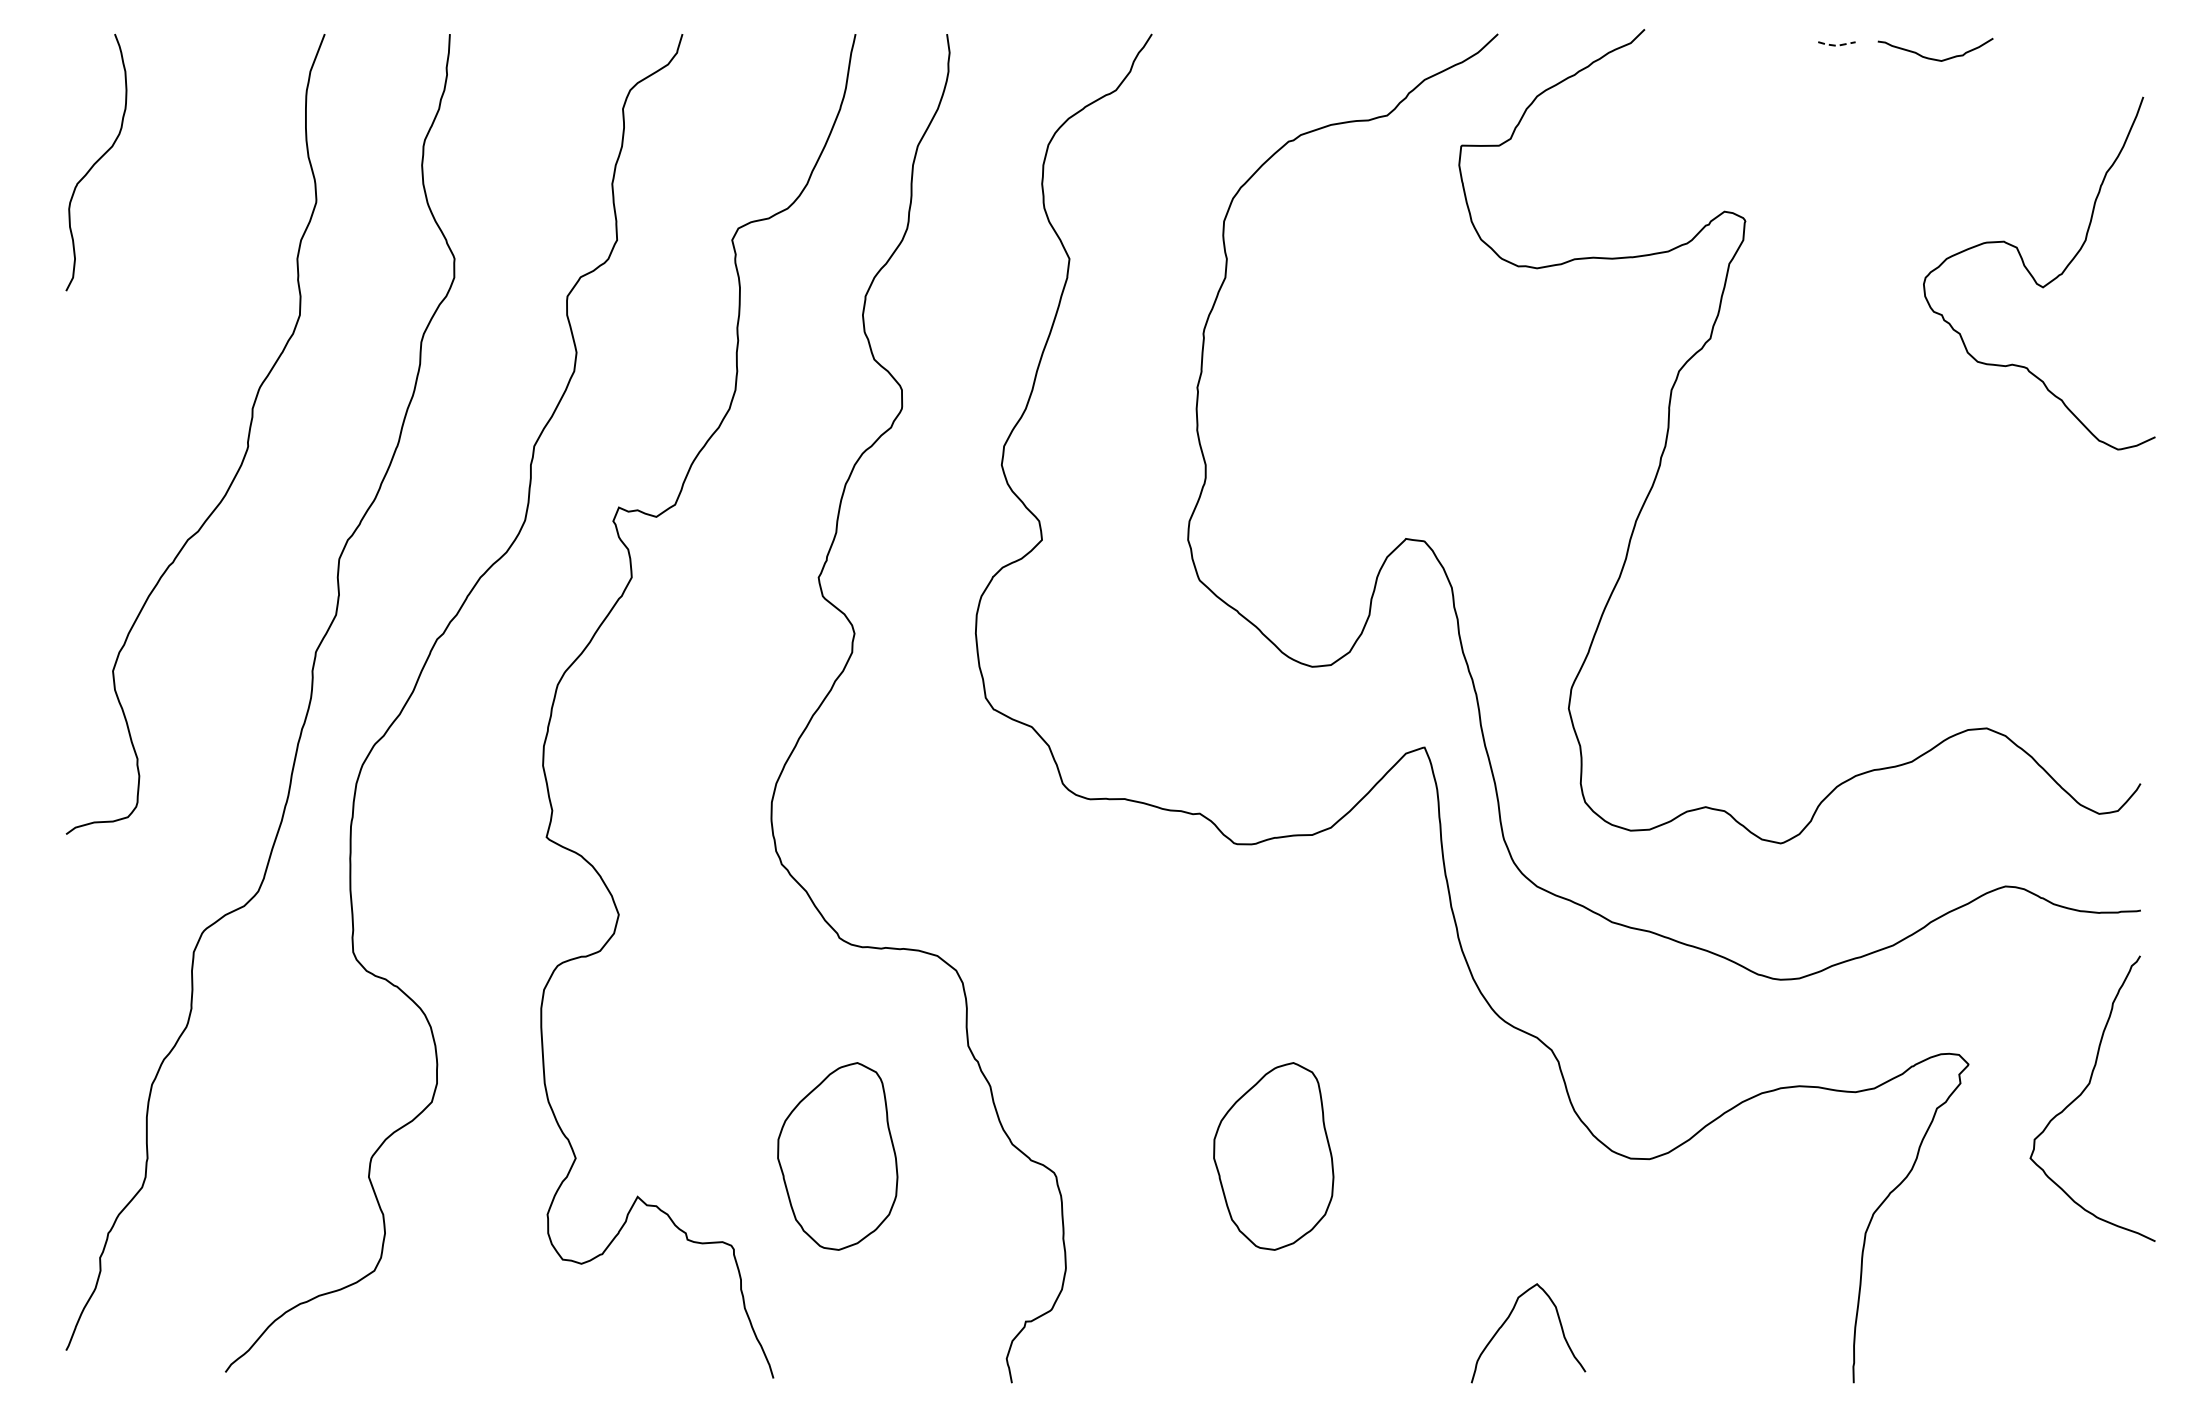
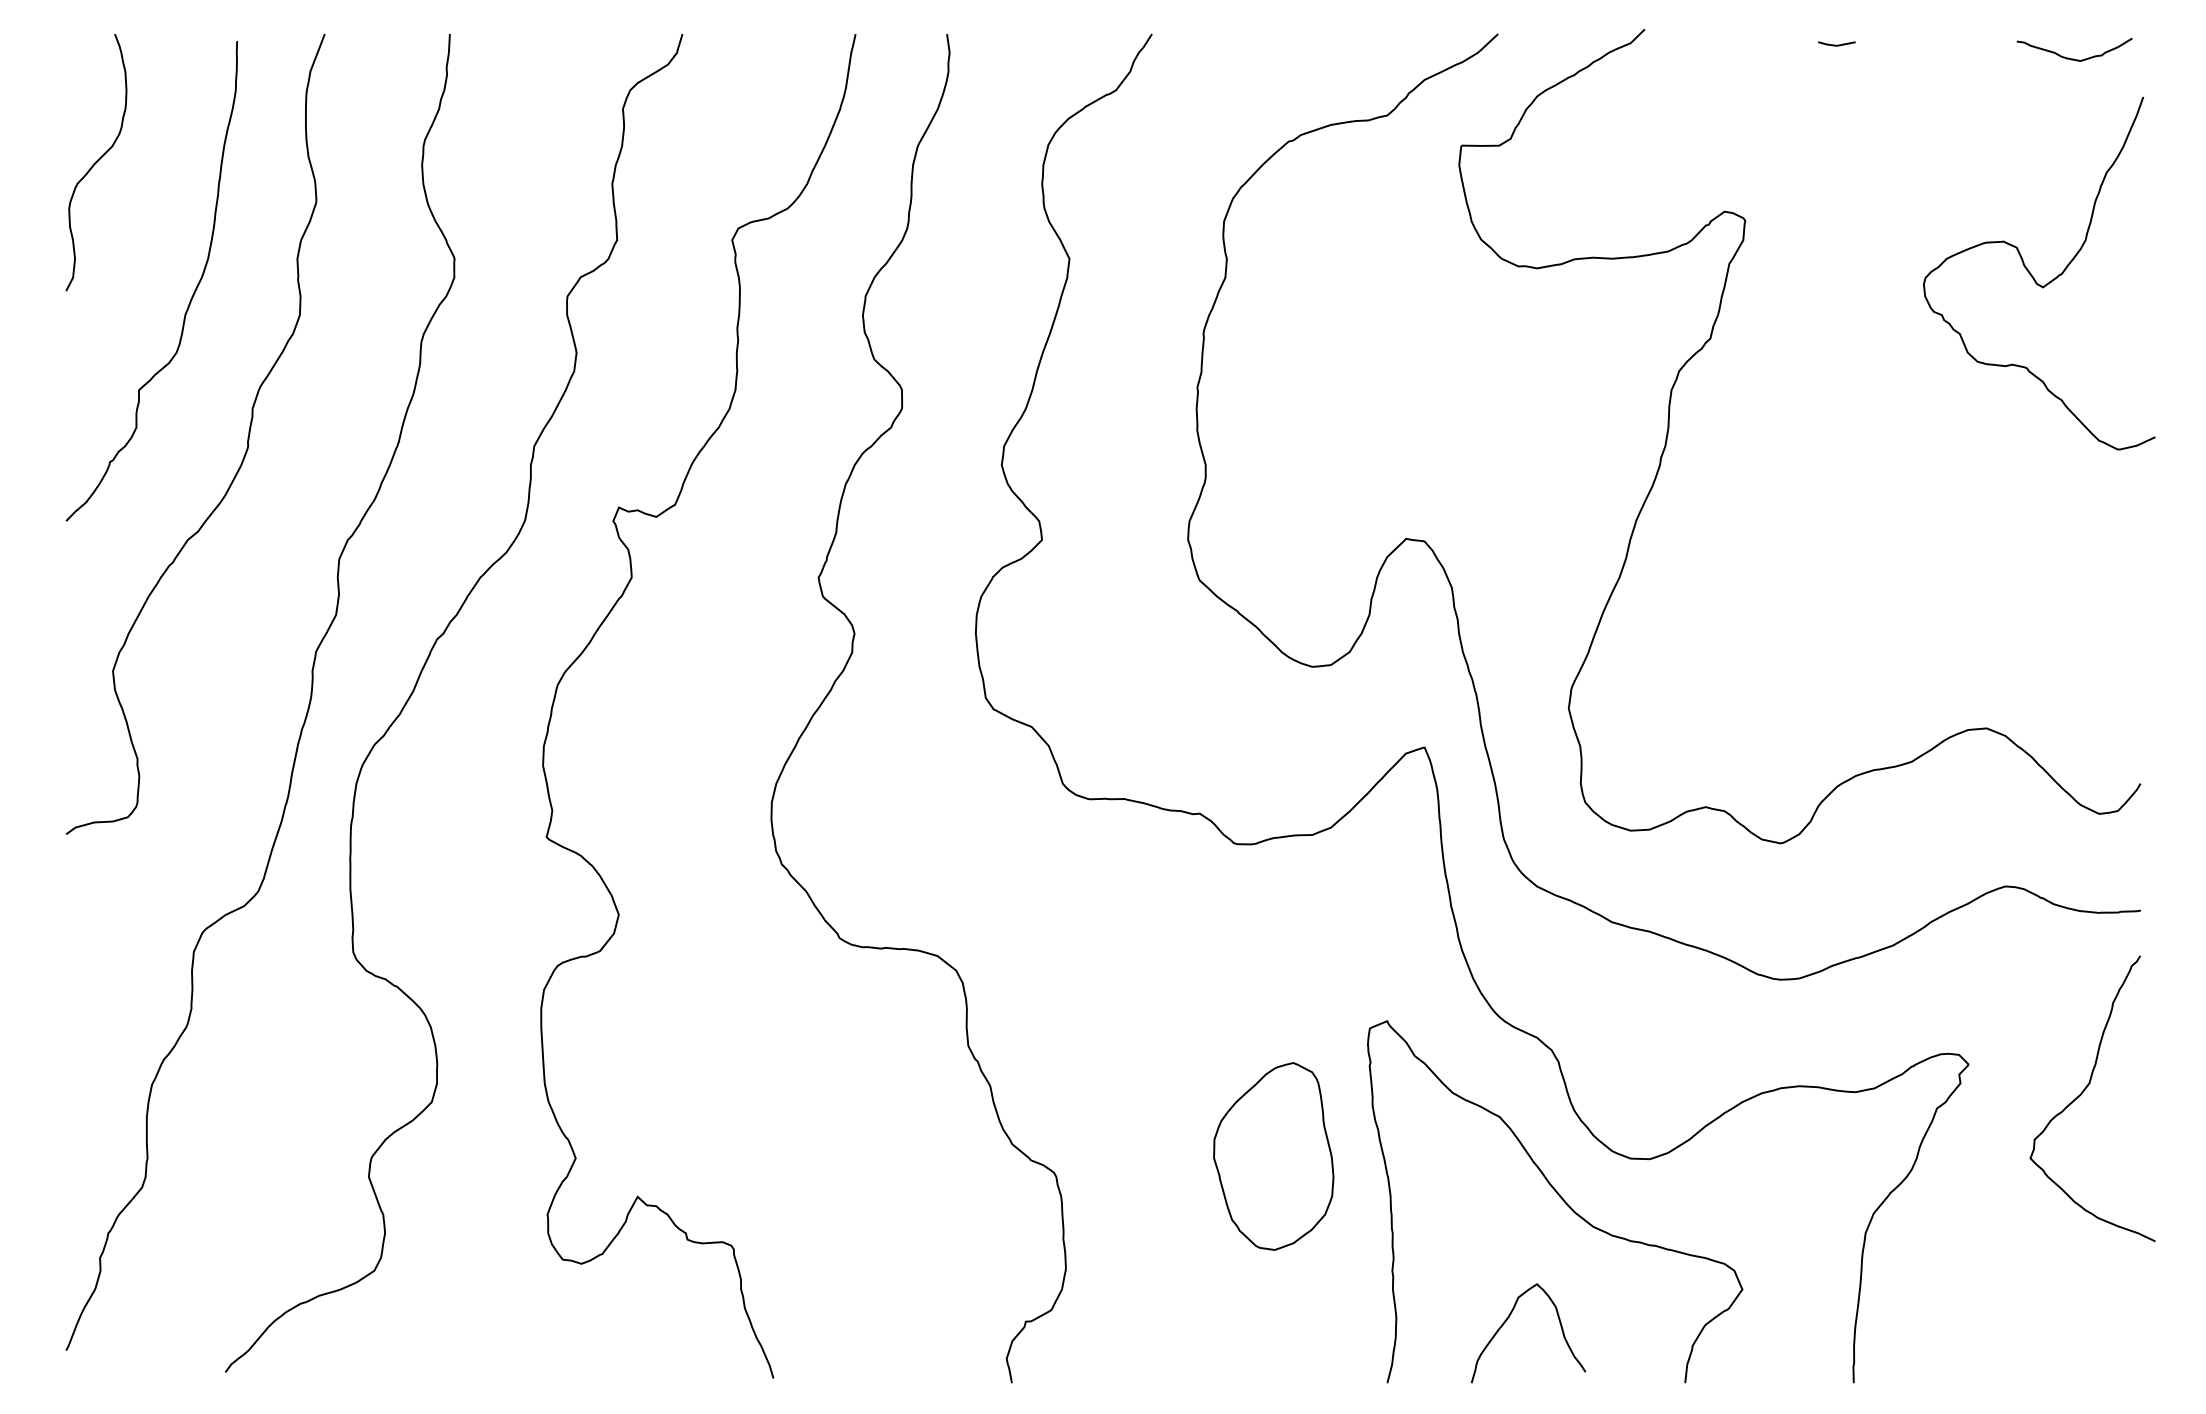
line at (1836, 45): dashed -> solid
curve at (1934, 58) position: (1934, 58) -> (2073, 58)
curve at (190, 298): none -> present
part at (837, 1156): present -> none
curve at (1560, 1198): none -> present
